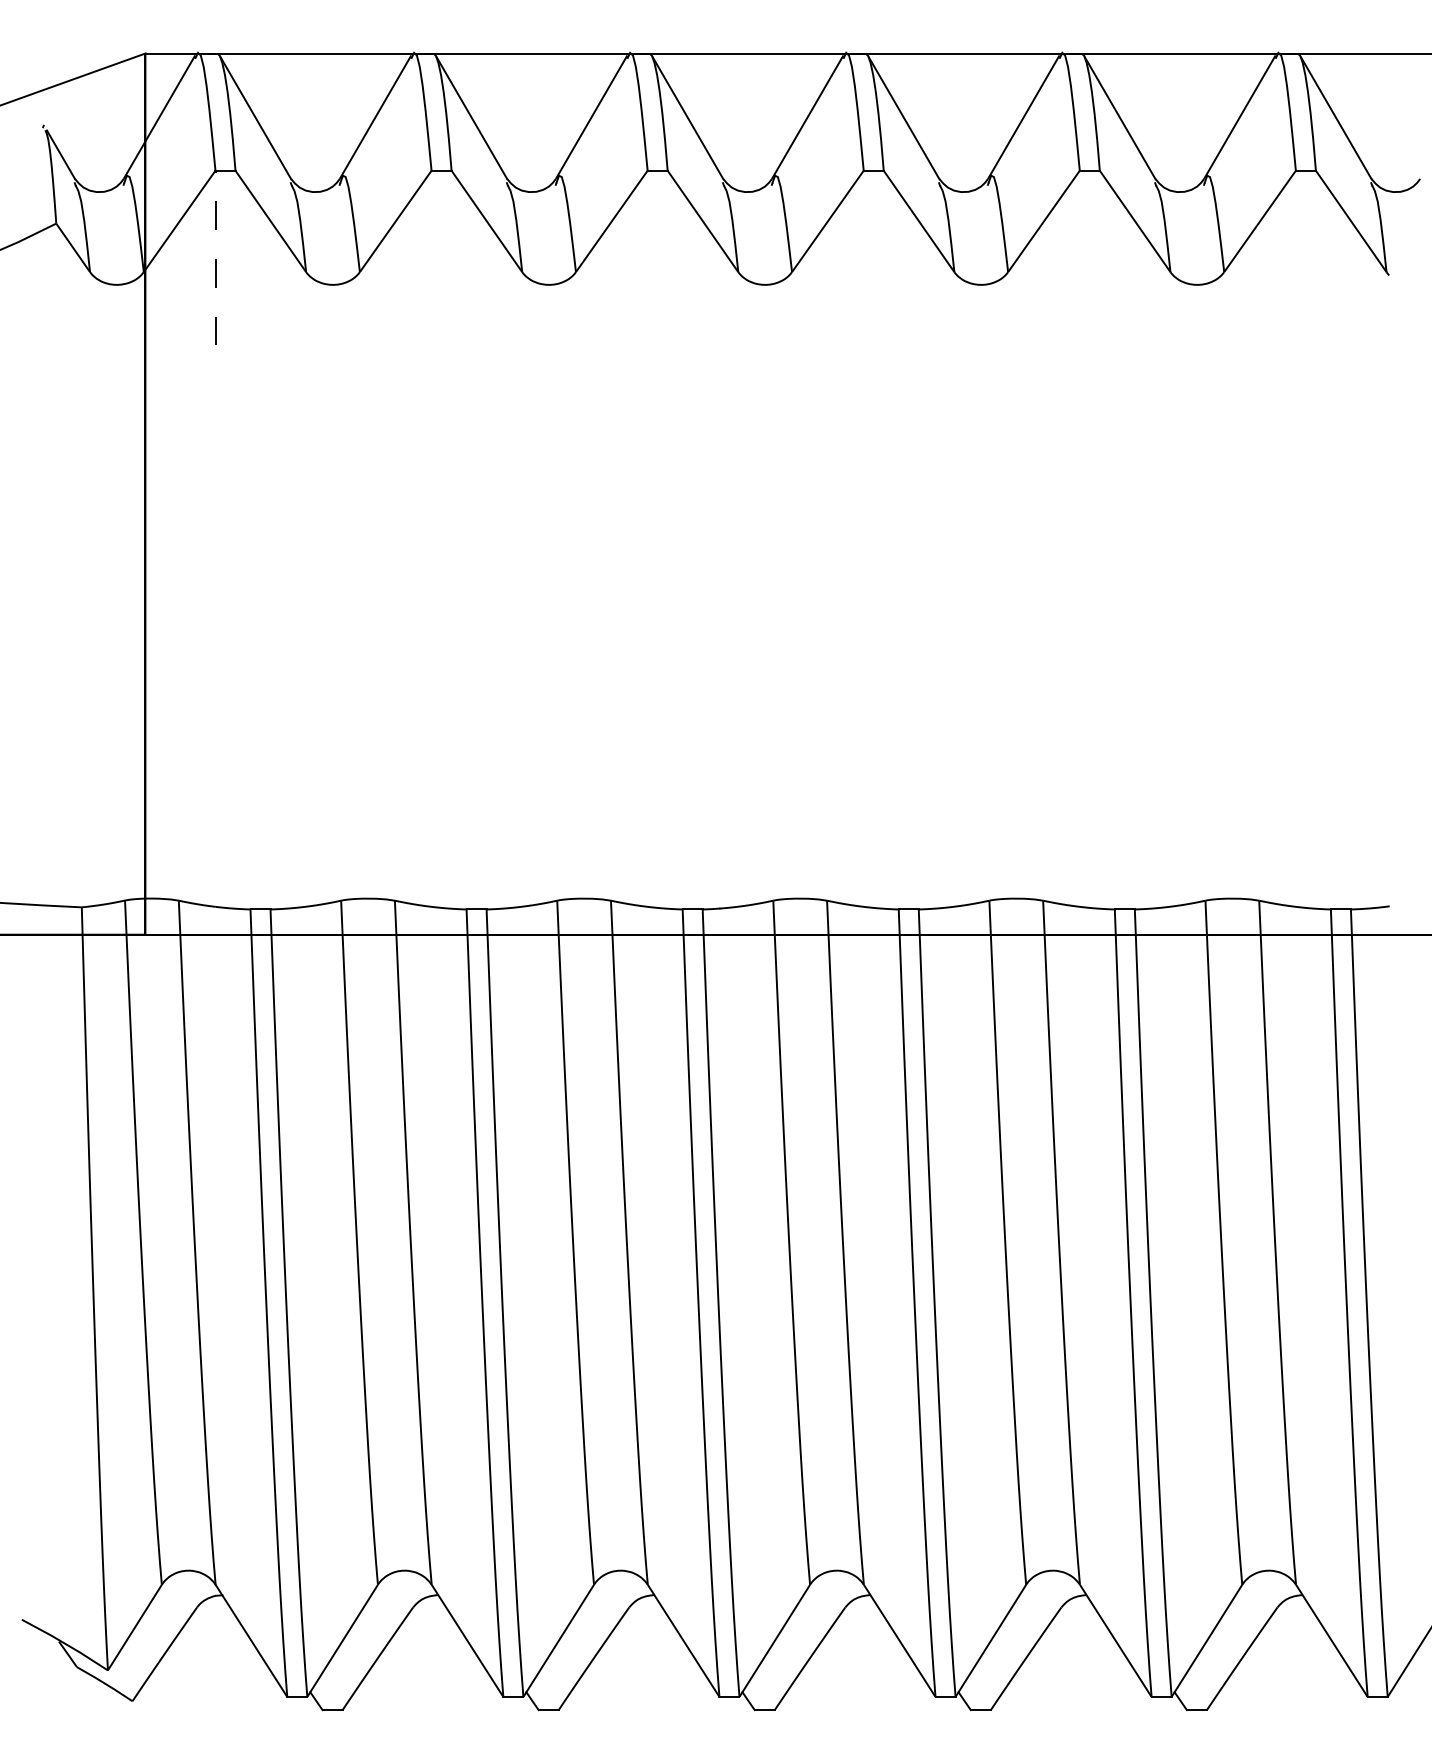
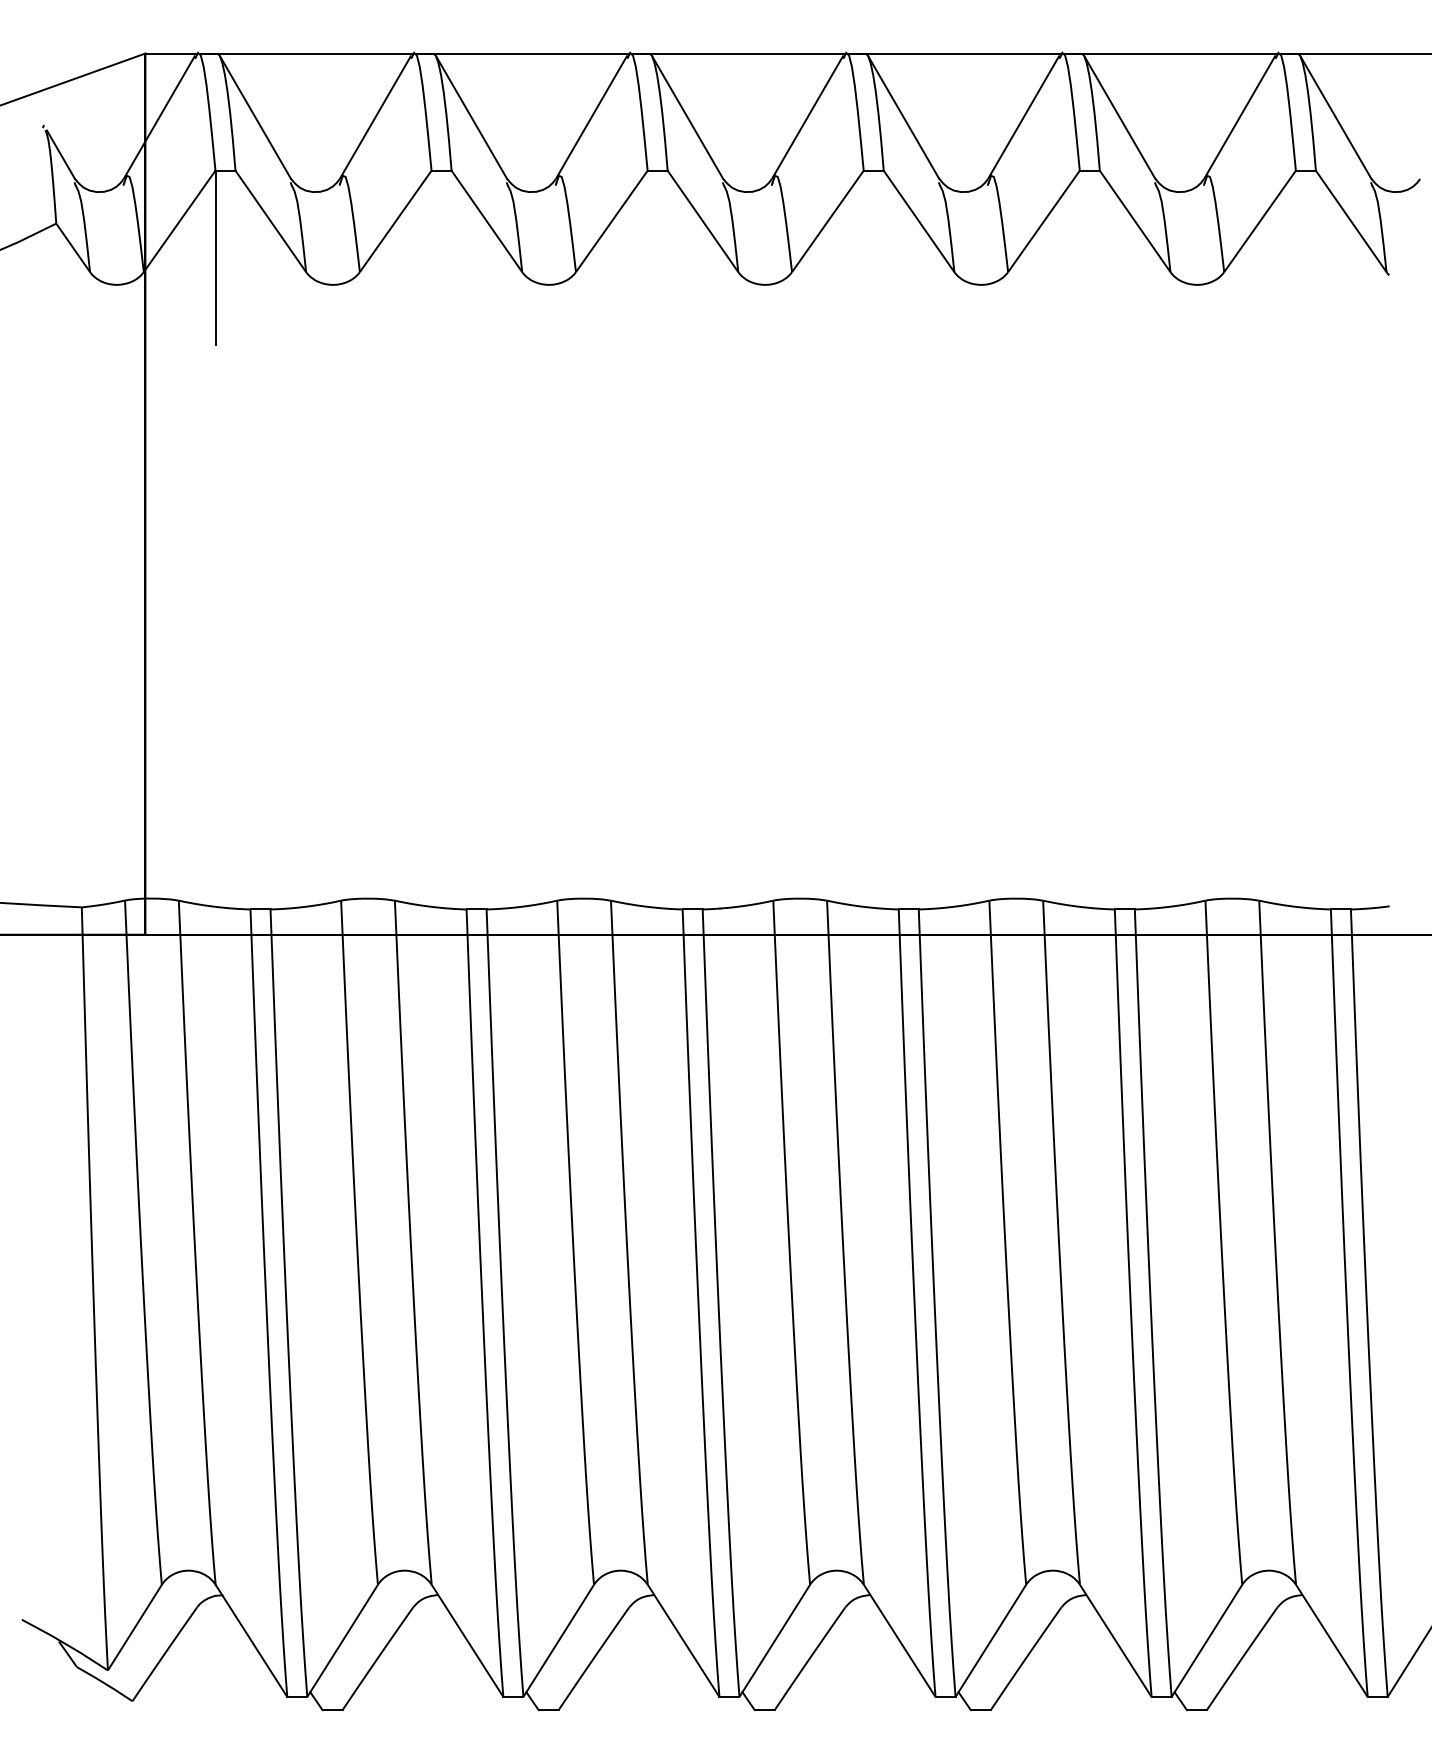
line at (215, 257): dashed -> solid
